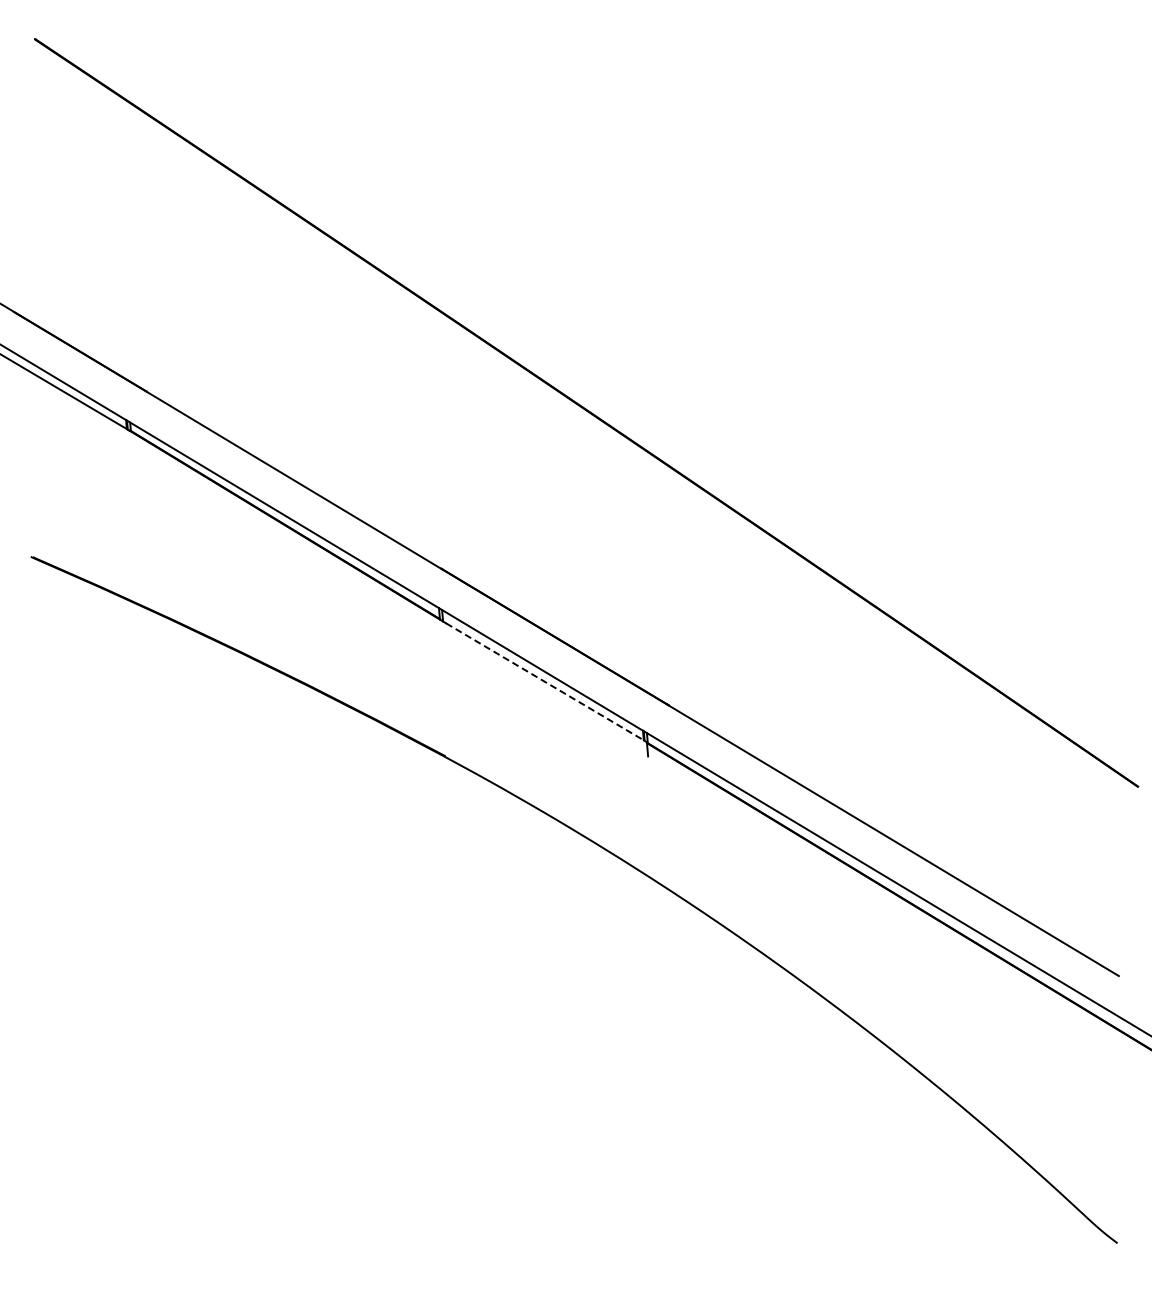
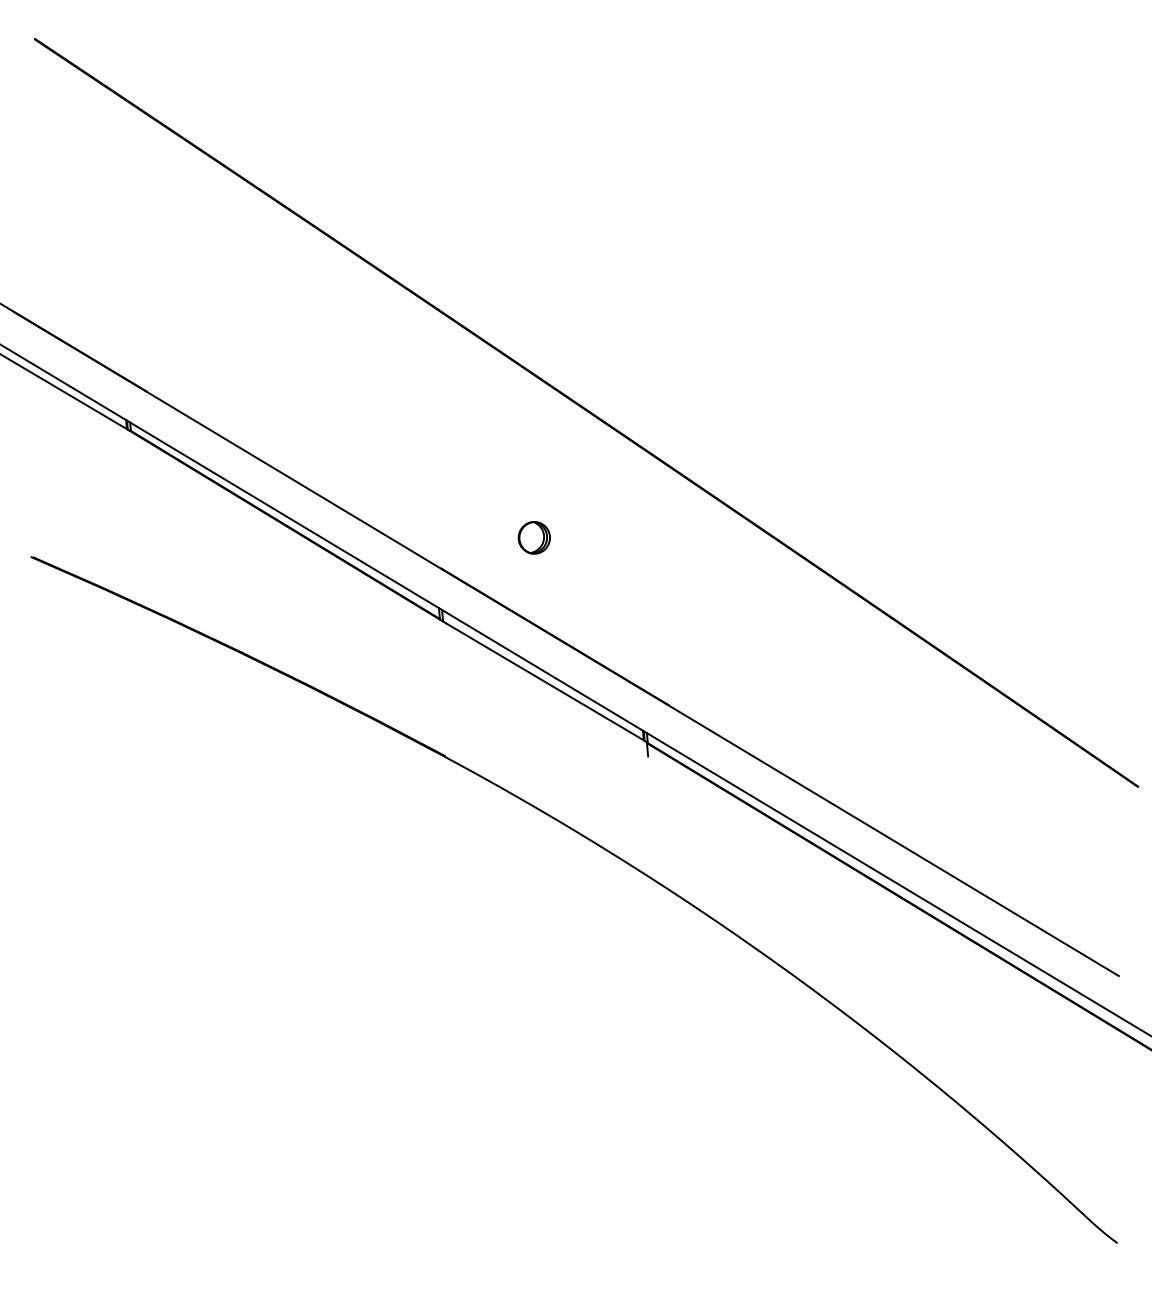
part at (533, 537): none -> present
line at (546, 682): dashed -> solid
